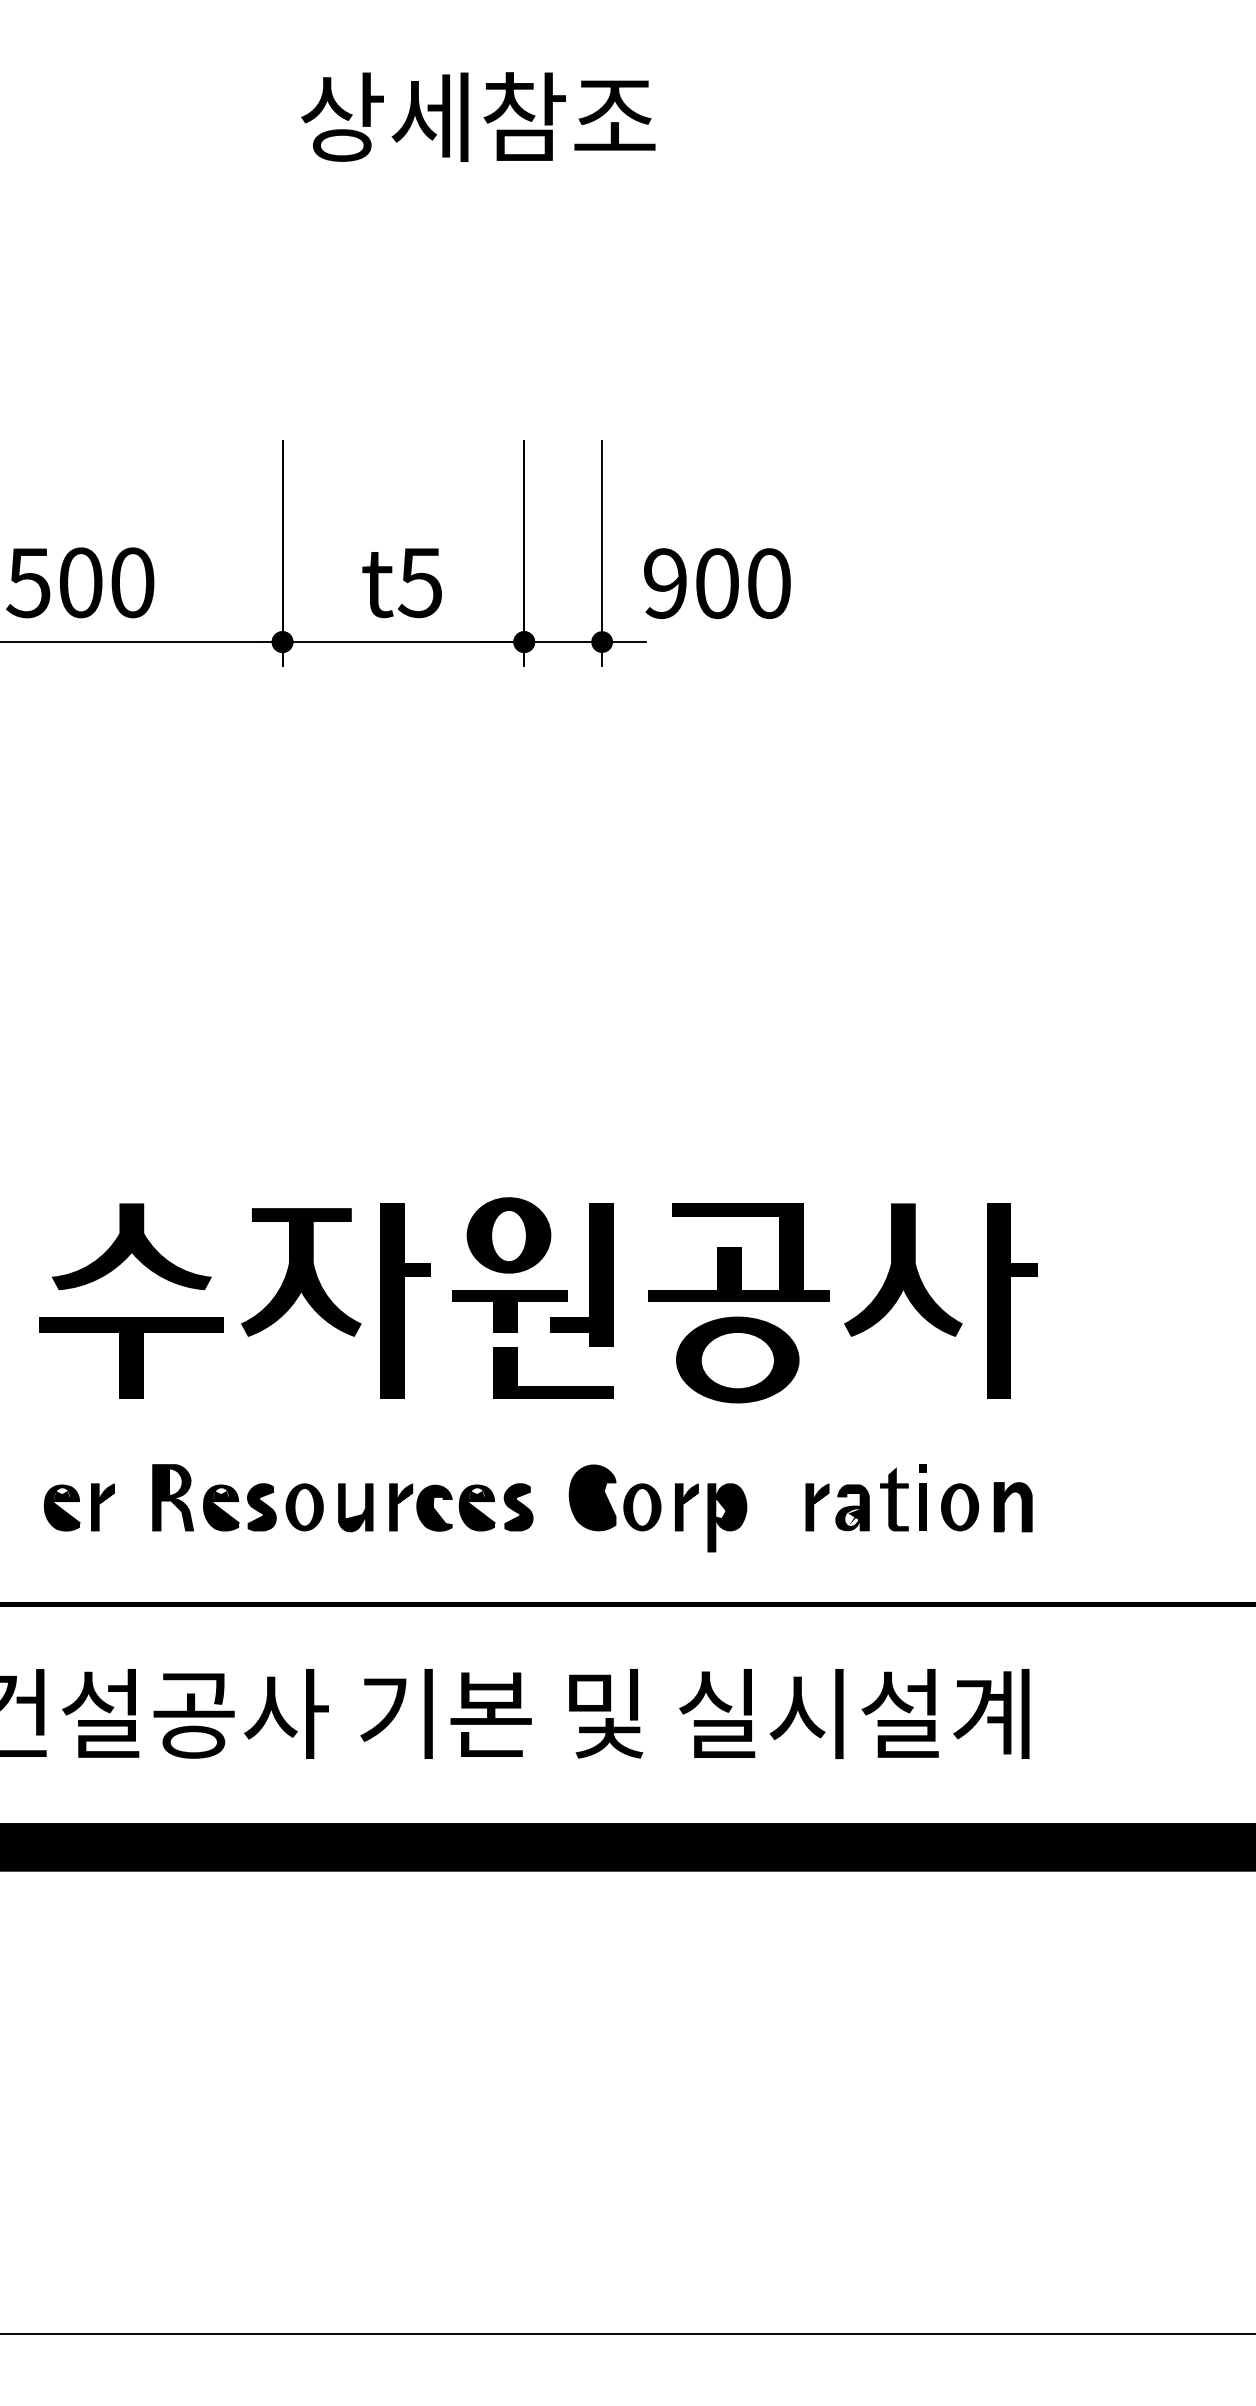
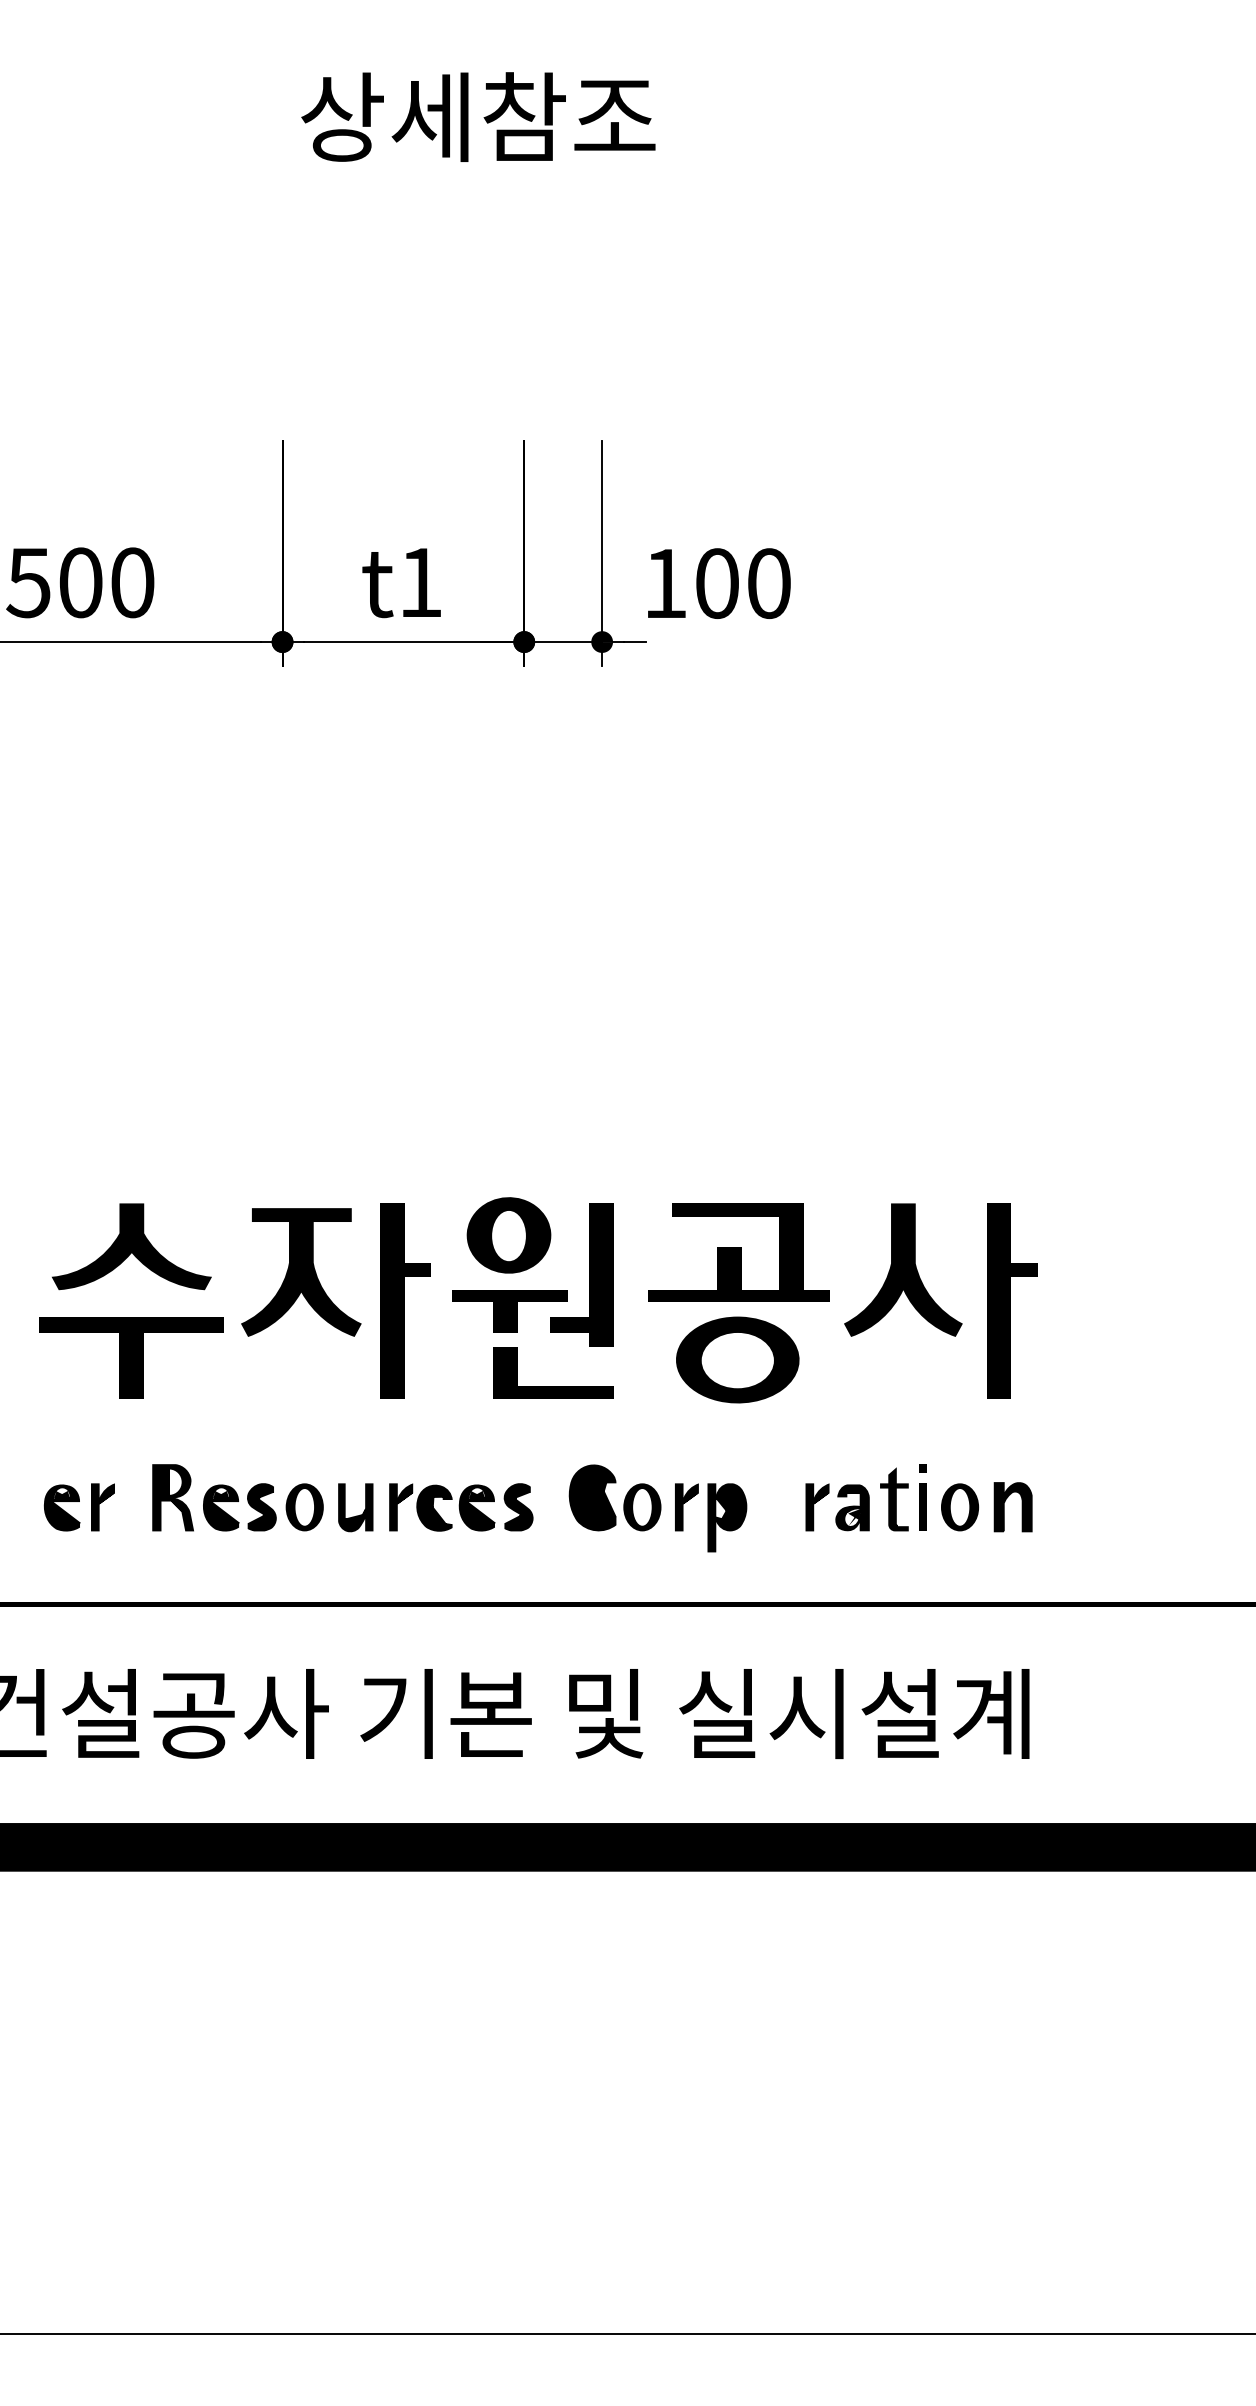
text at (419, 583): t5 -> t1
text at (665, 583): 900 -> 100
